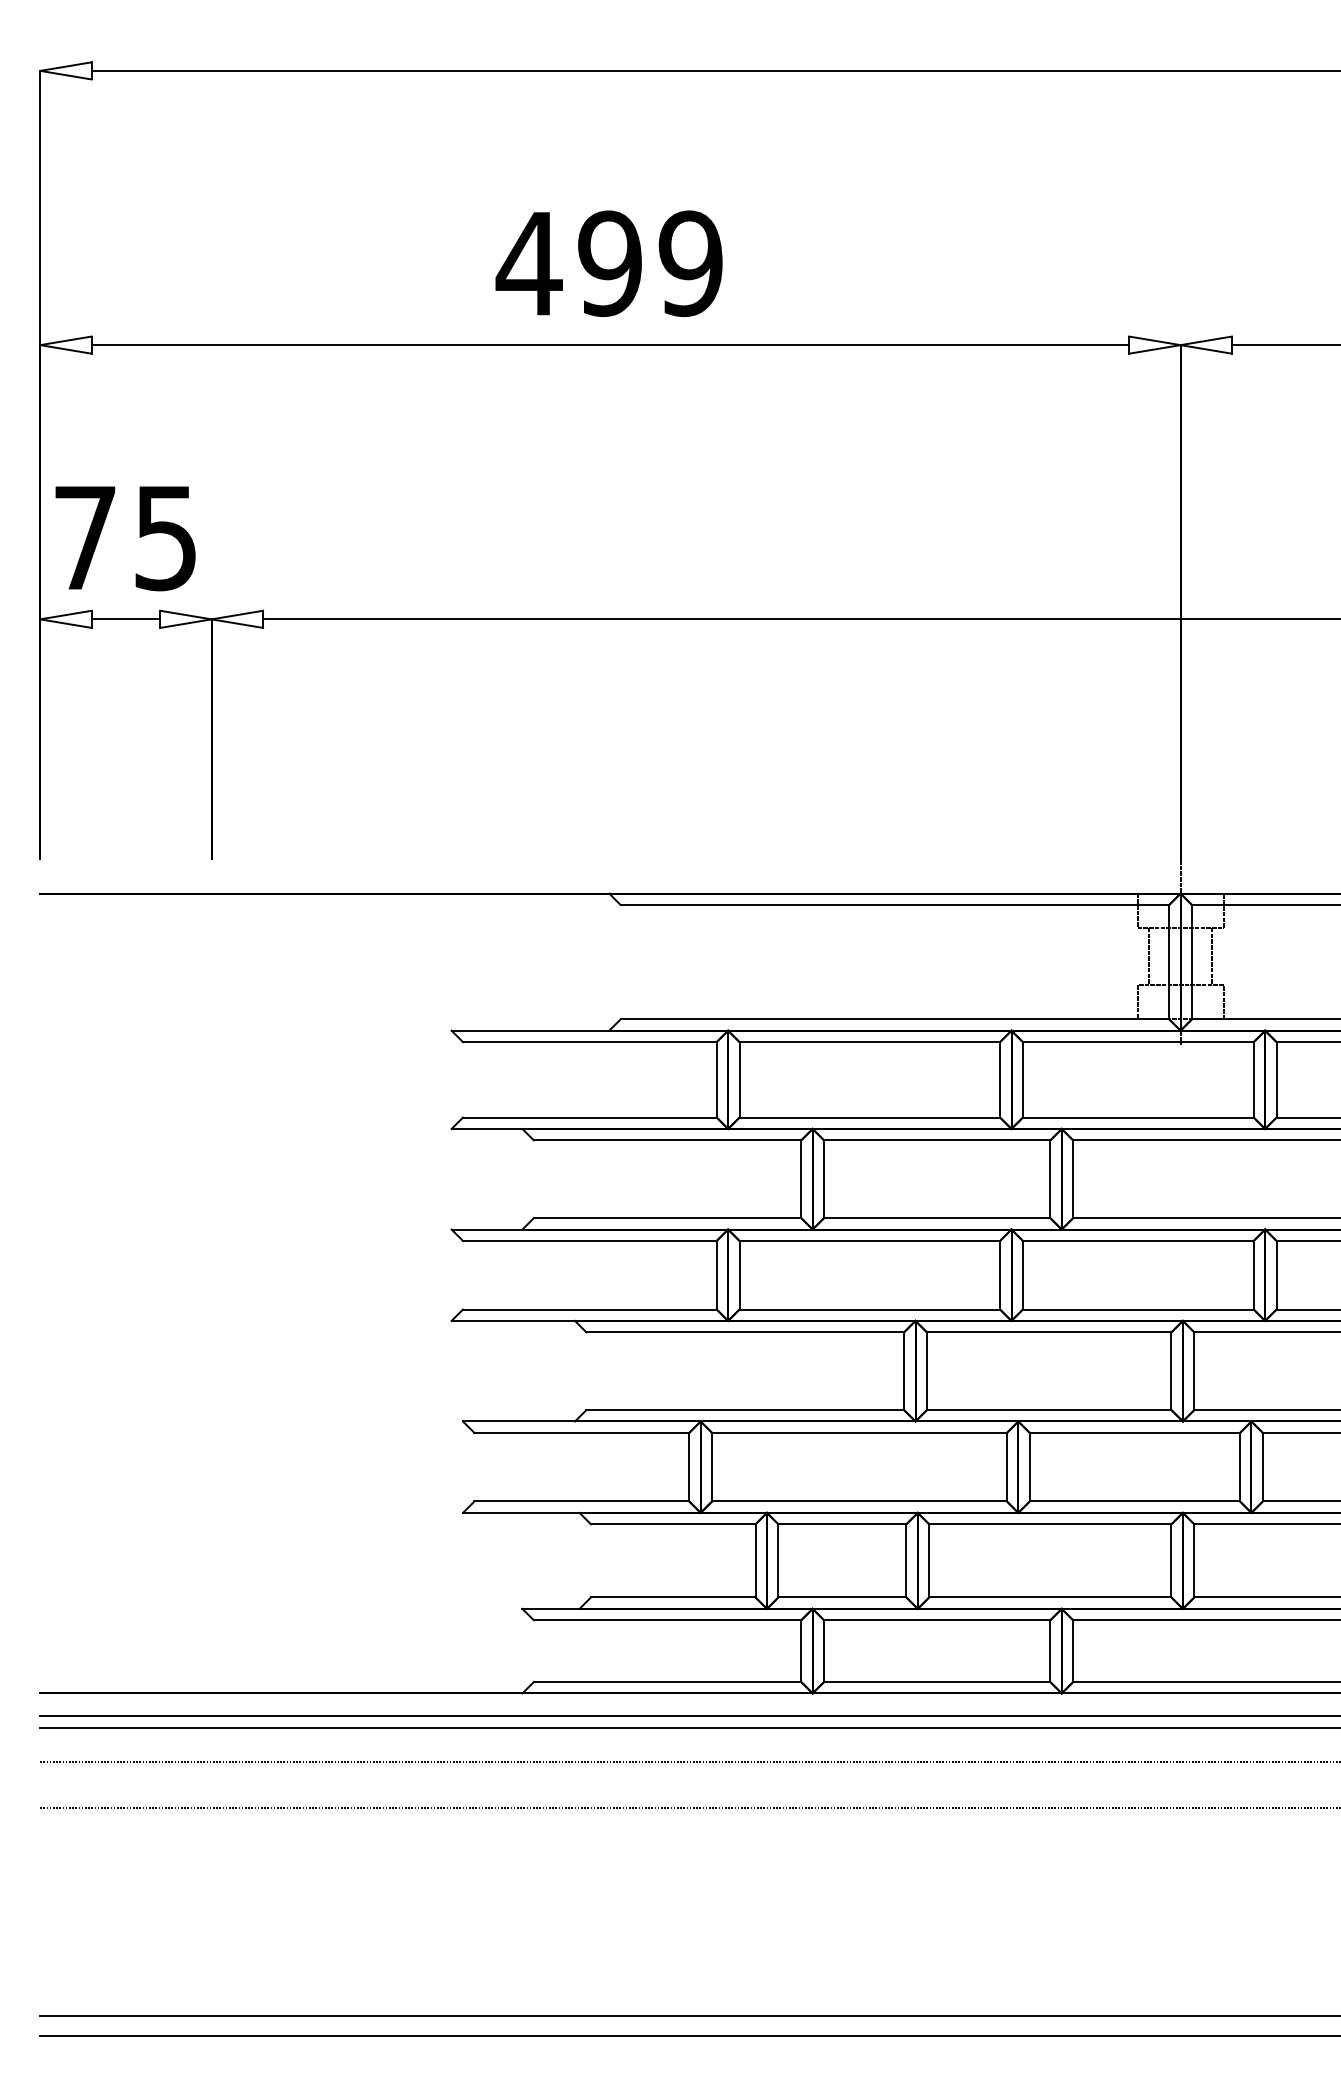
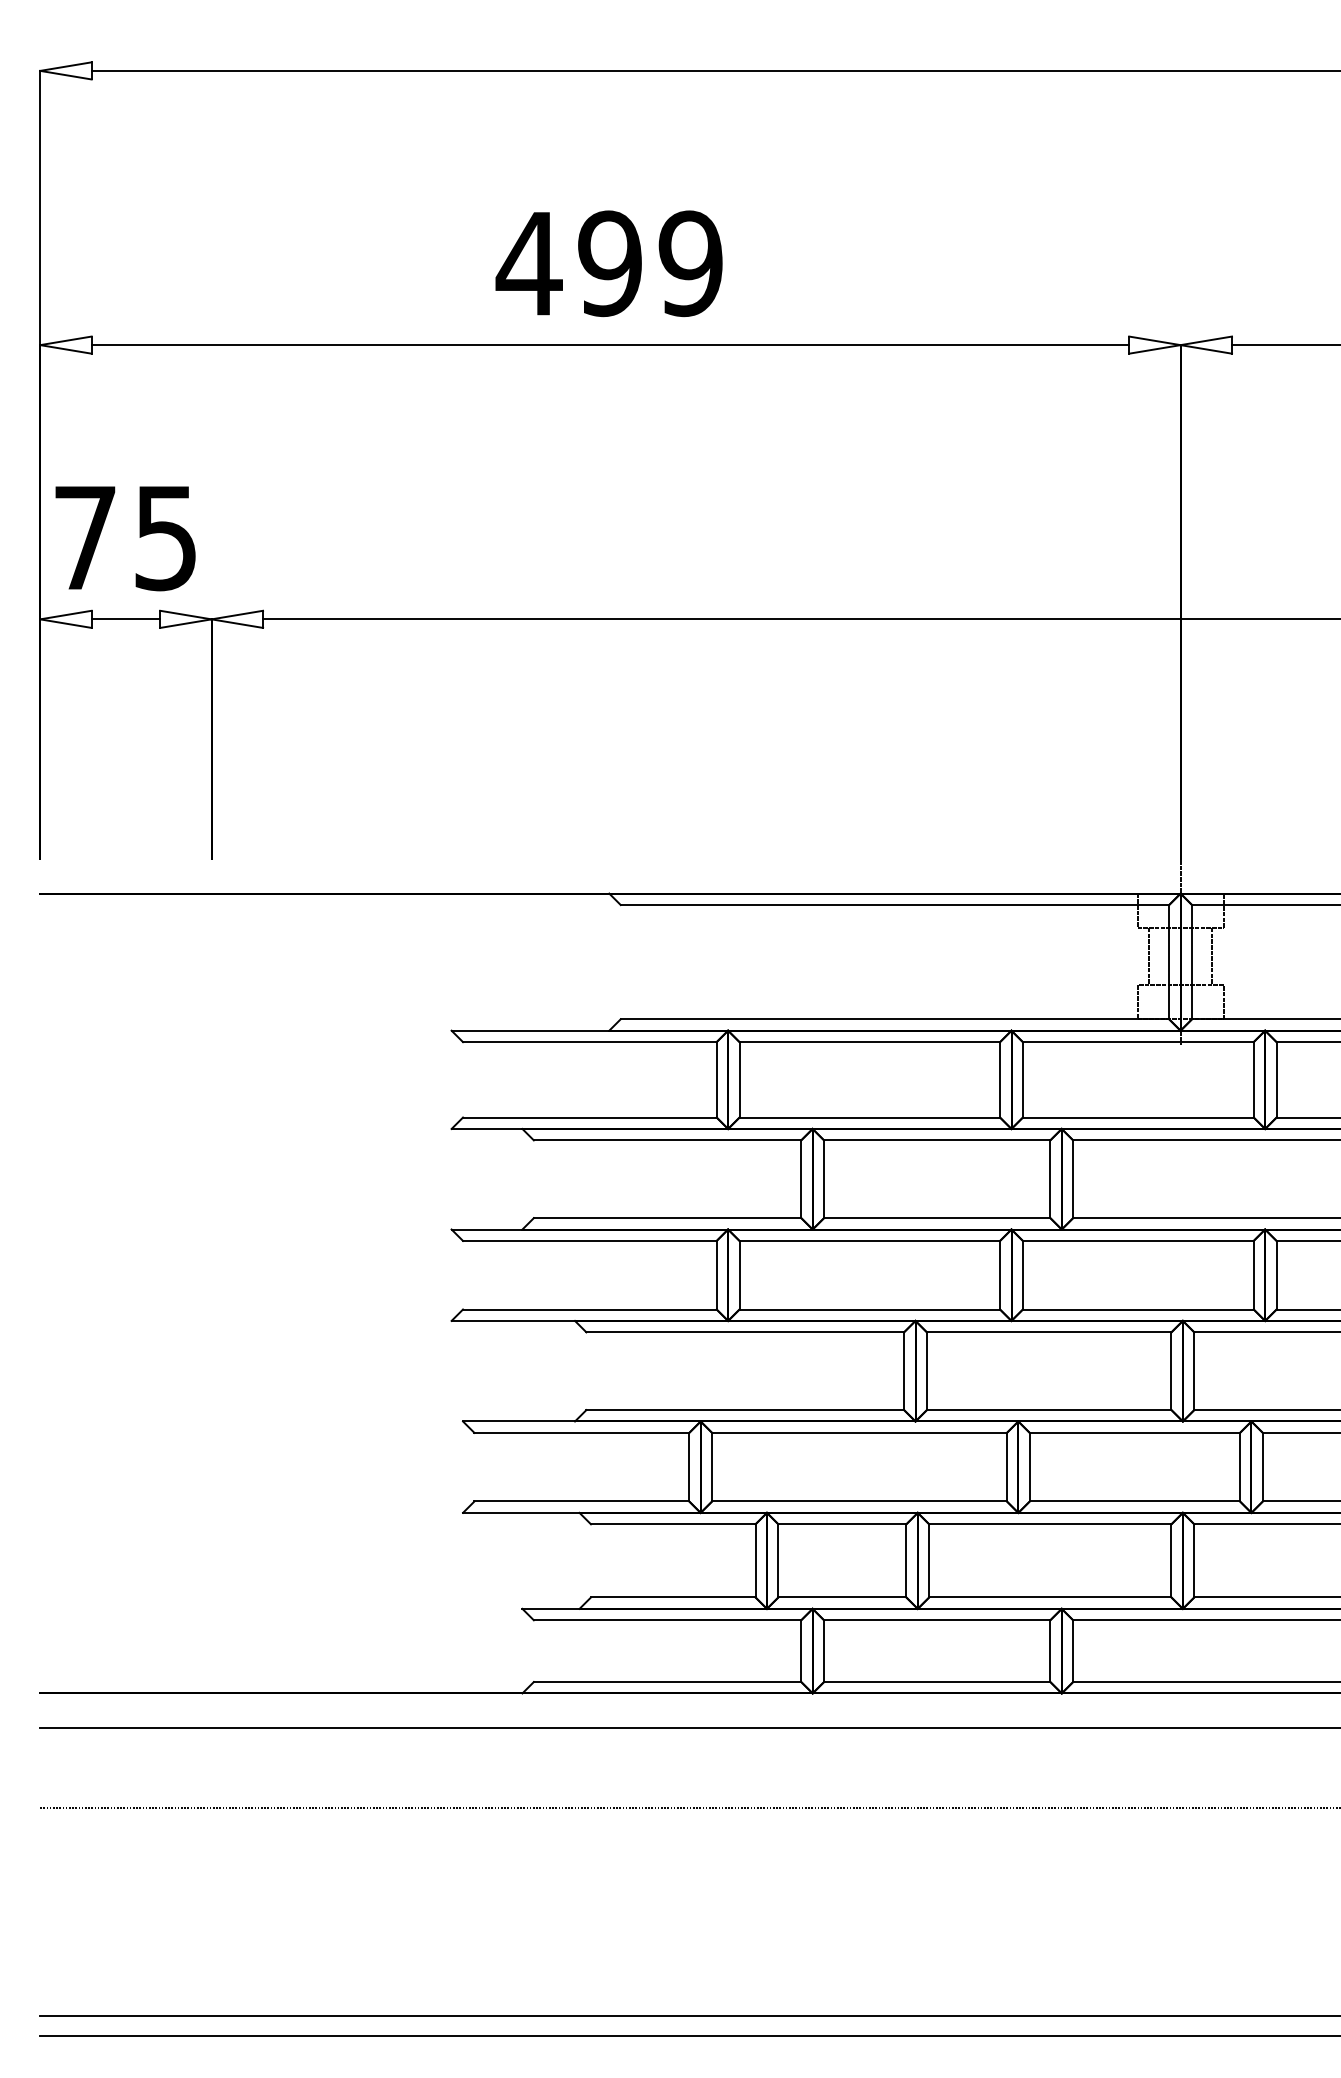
line at (688, 1716): present -> none
line at (688, 1761): present -> none
